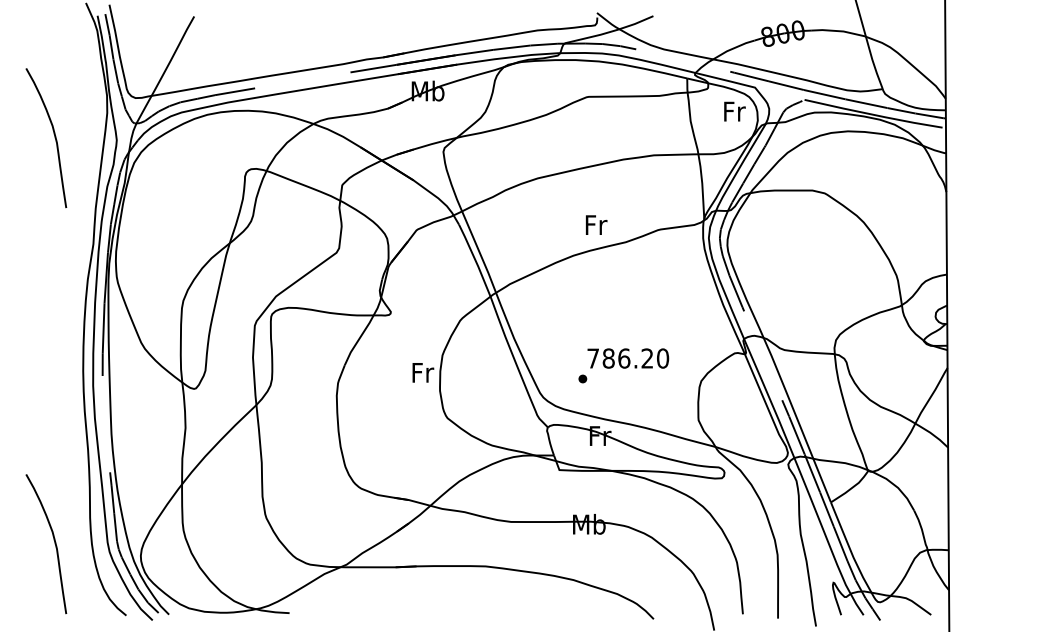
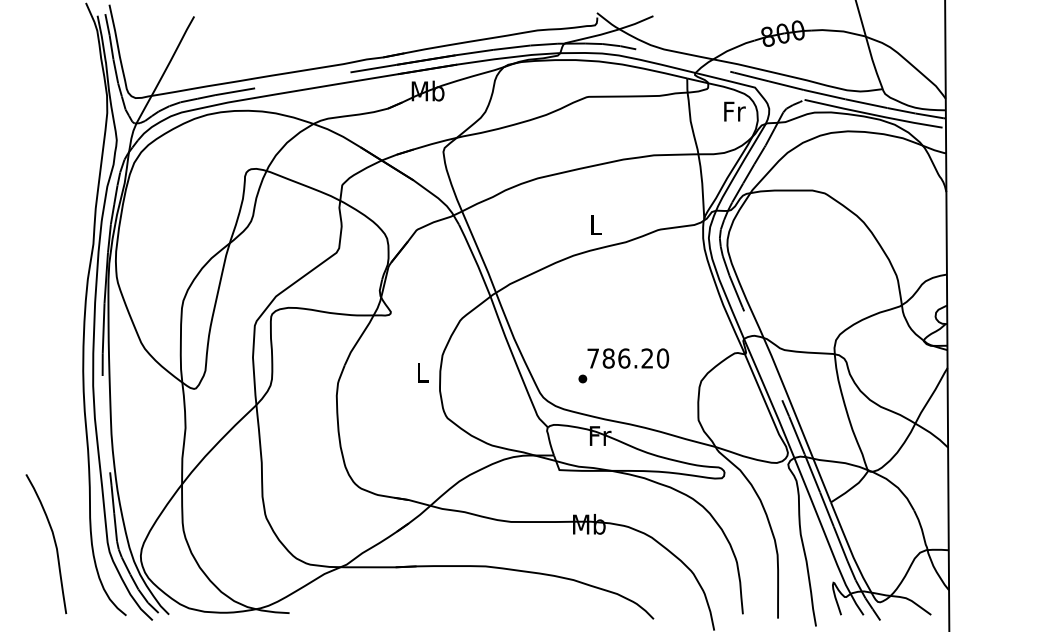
curve at (54, 138): present -> none
text at (596, 224): Fr -> L
text at (423, 372): Fr -> L
